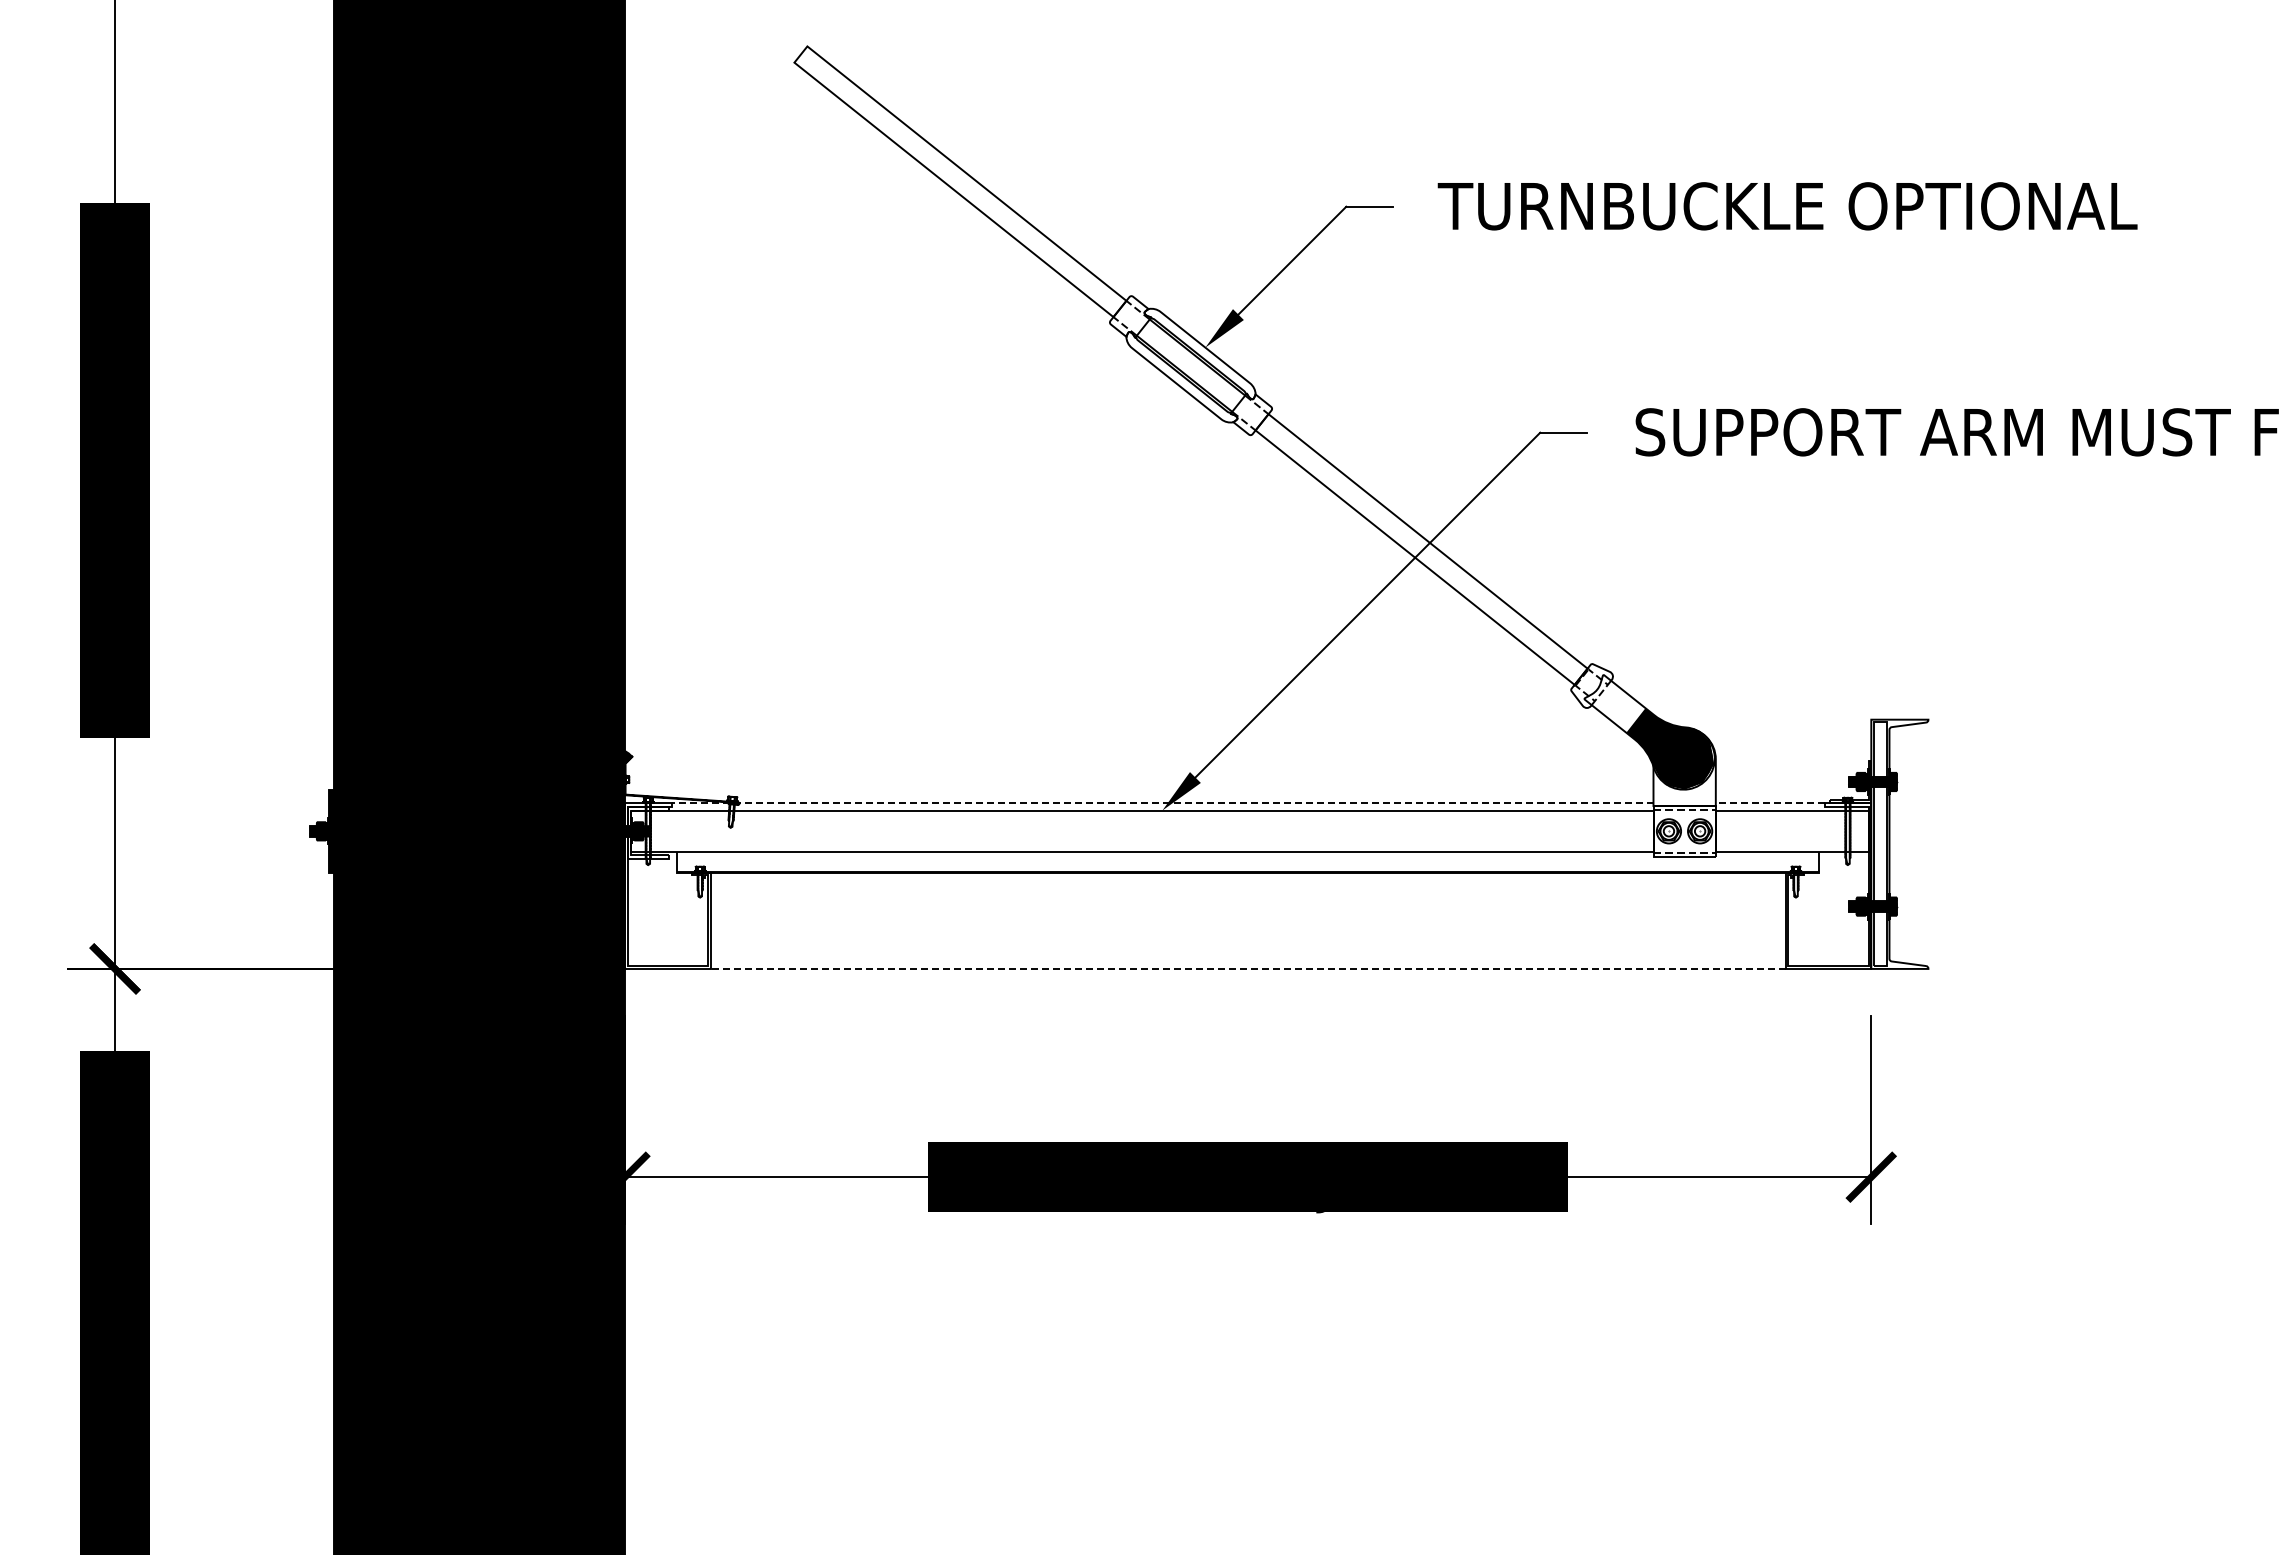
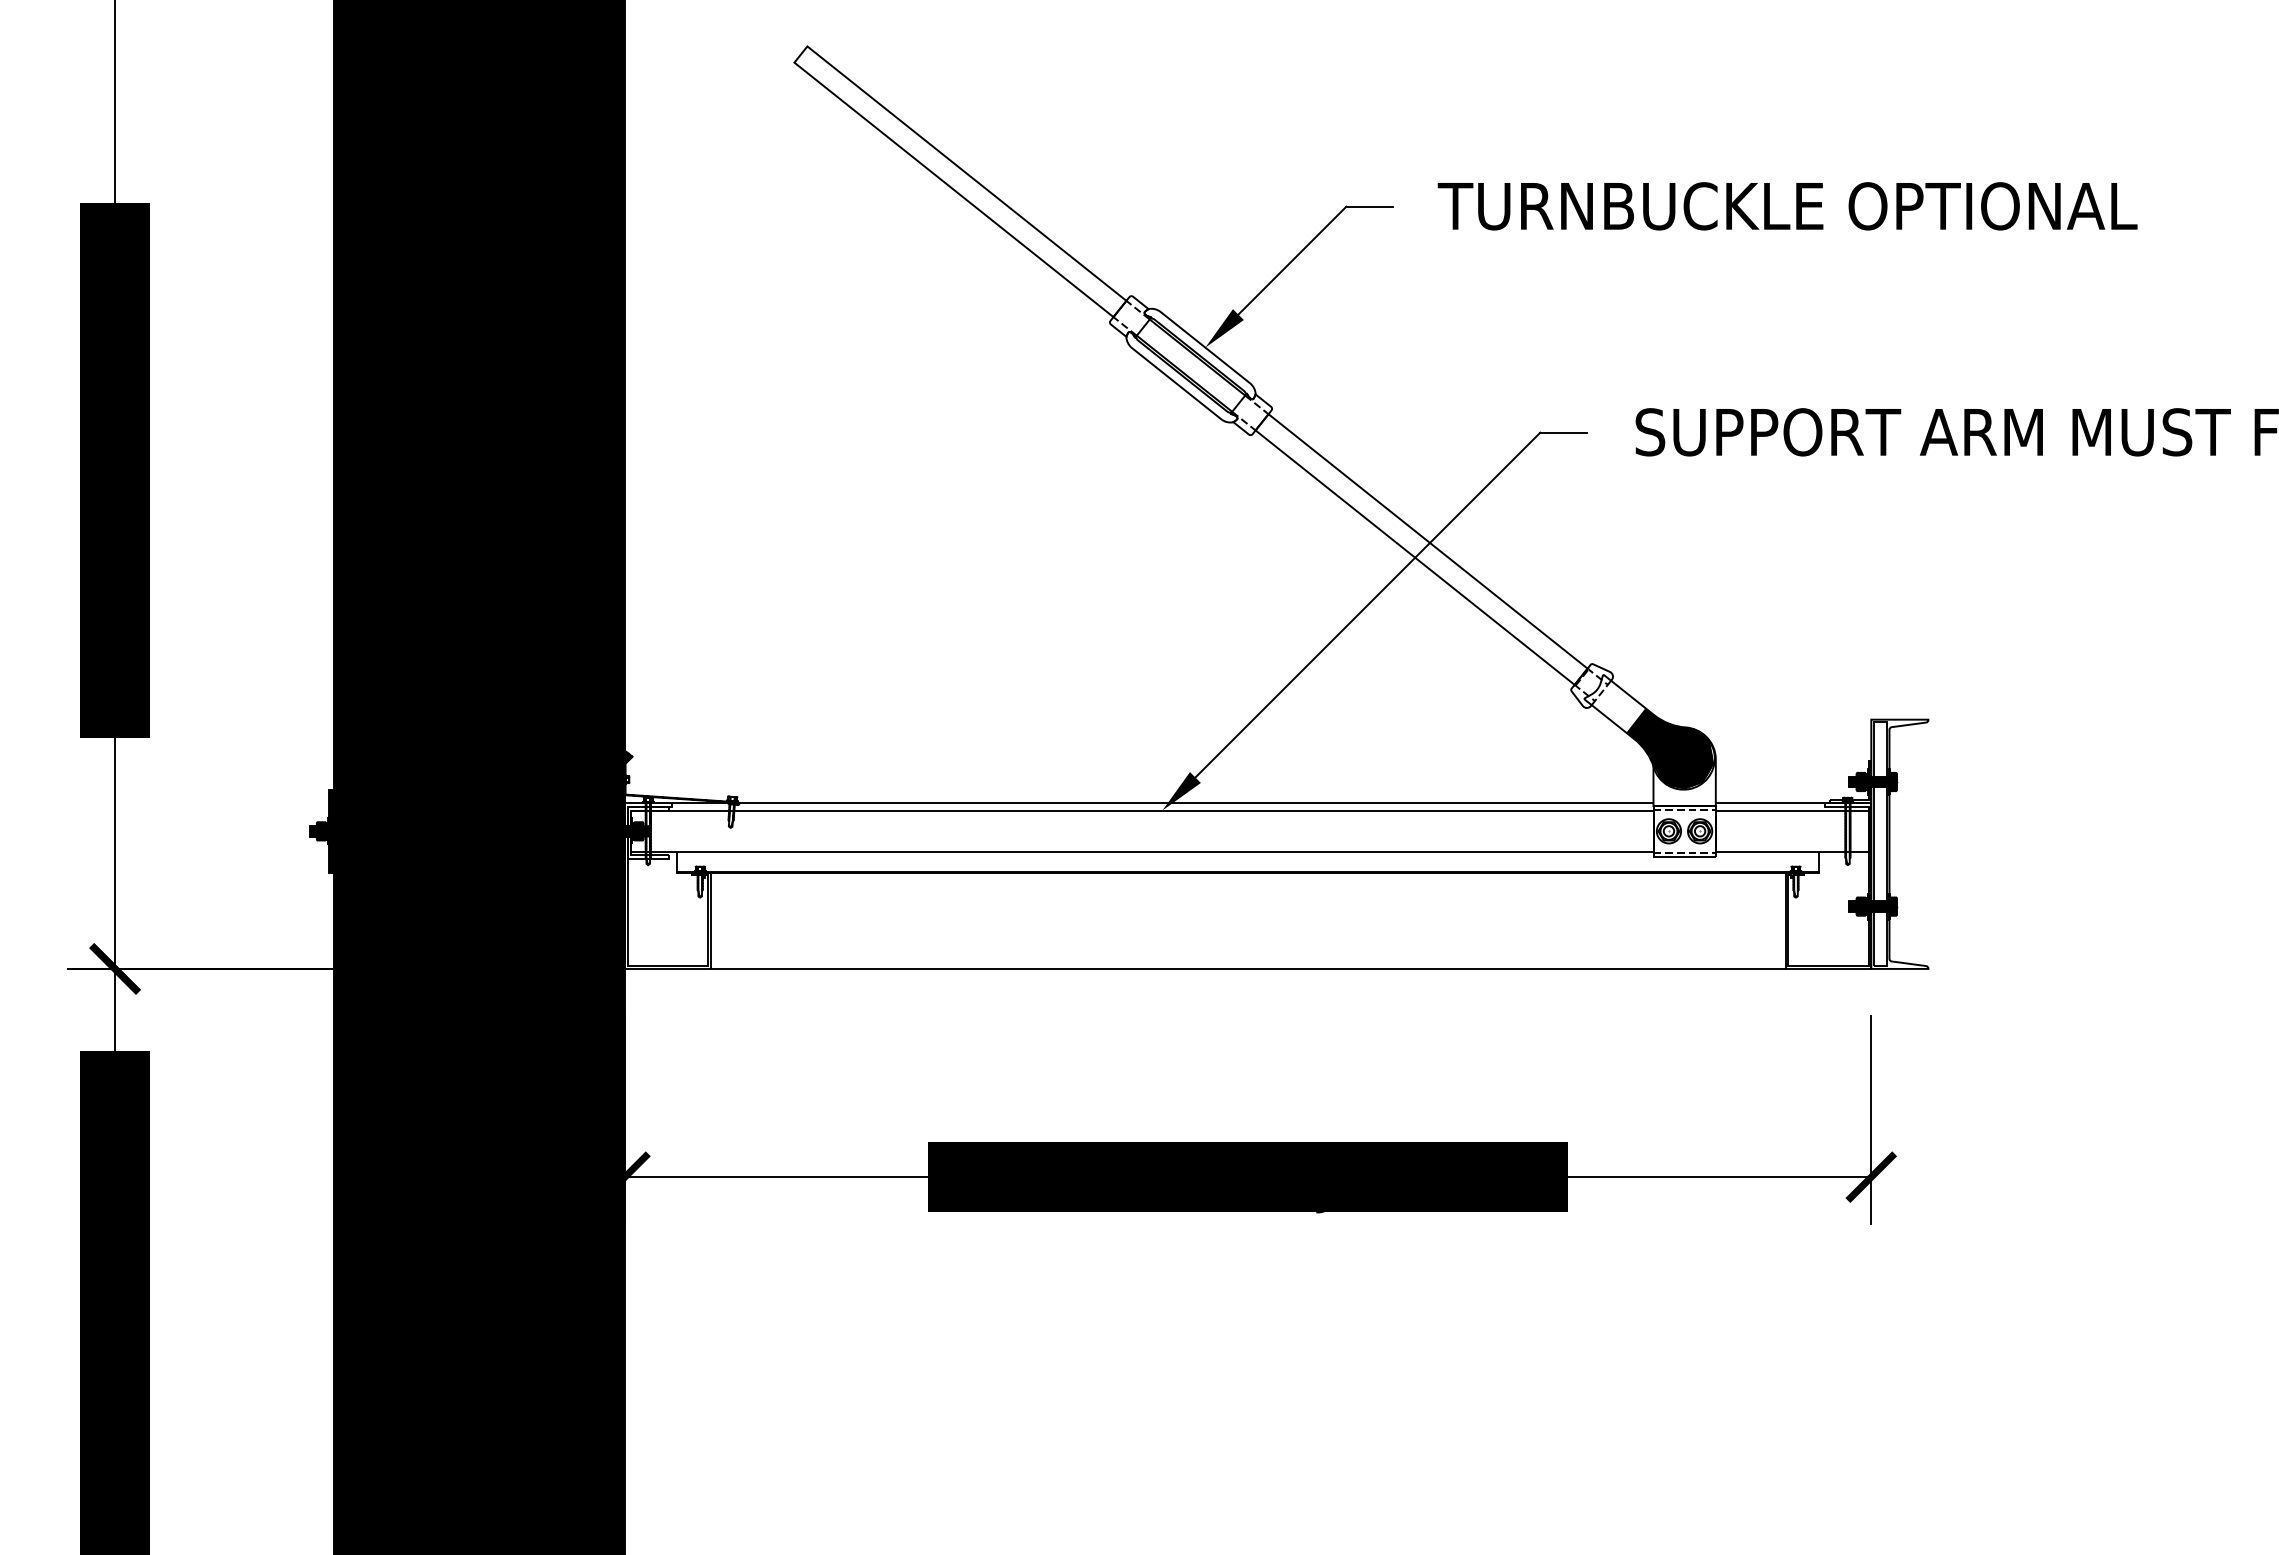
line at (1162, 802): dashed -> solid
line at (1769, 802): dashed -> solid
line at (1248, 968): dashed -> solid
